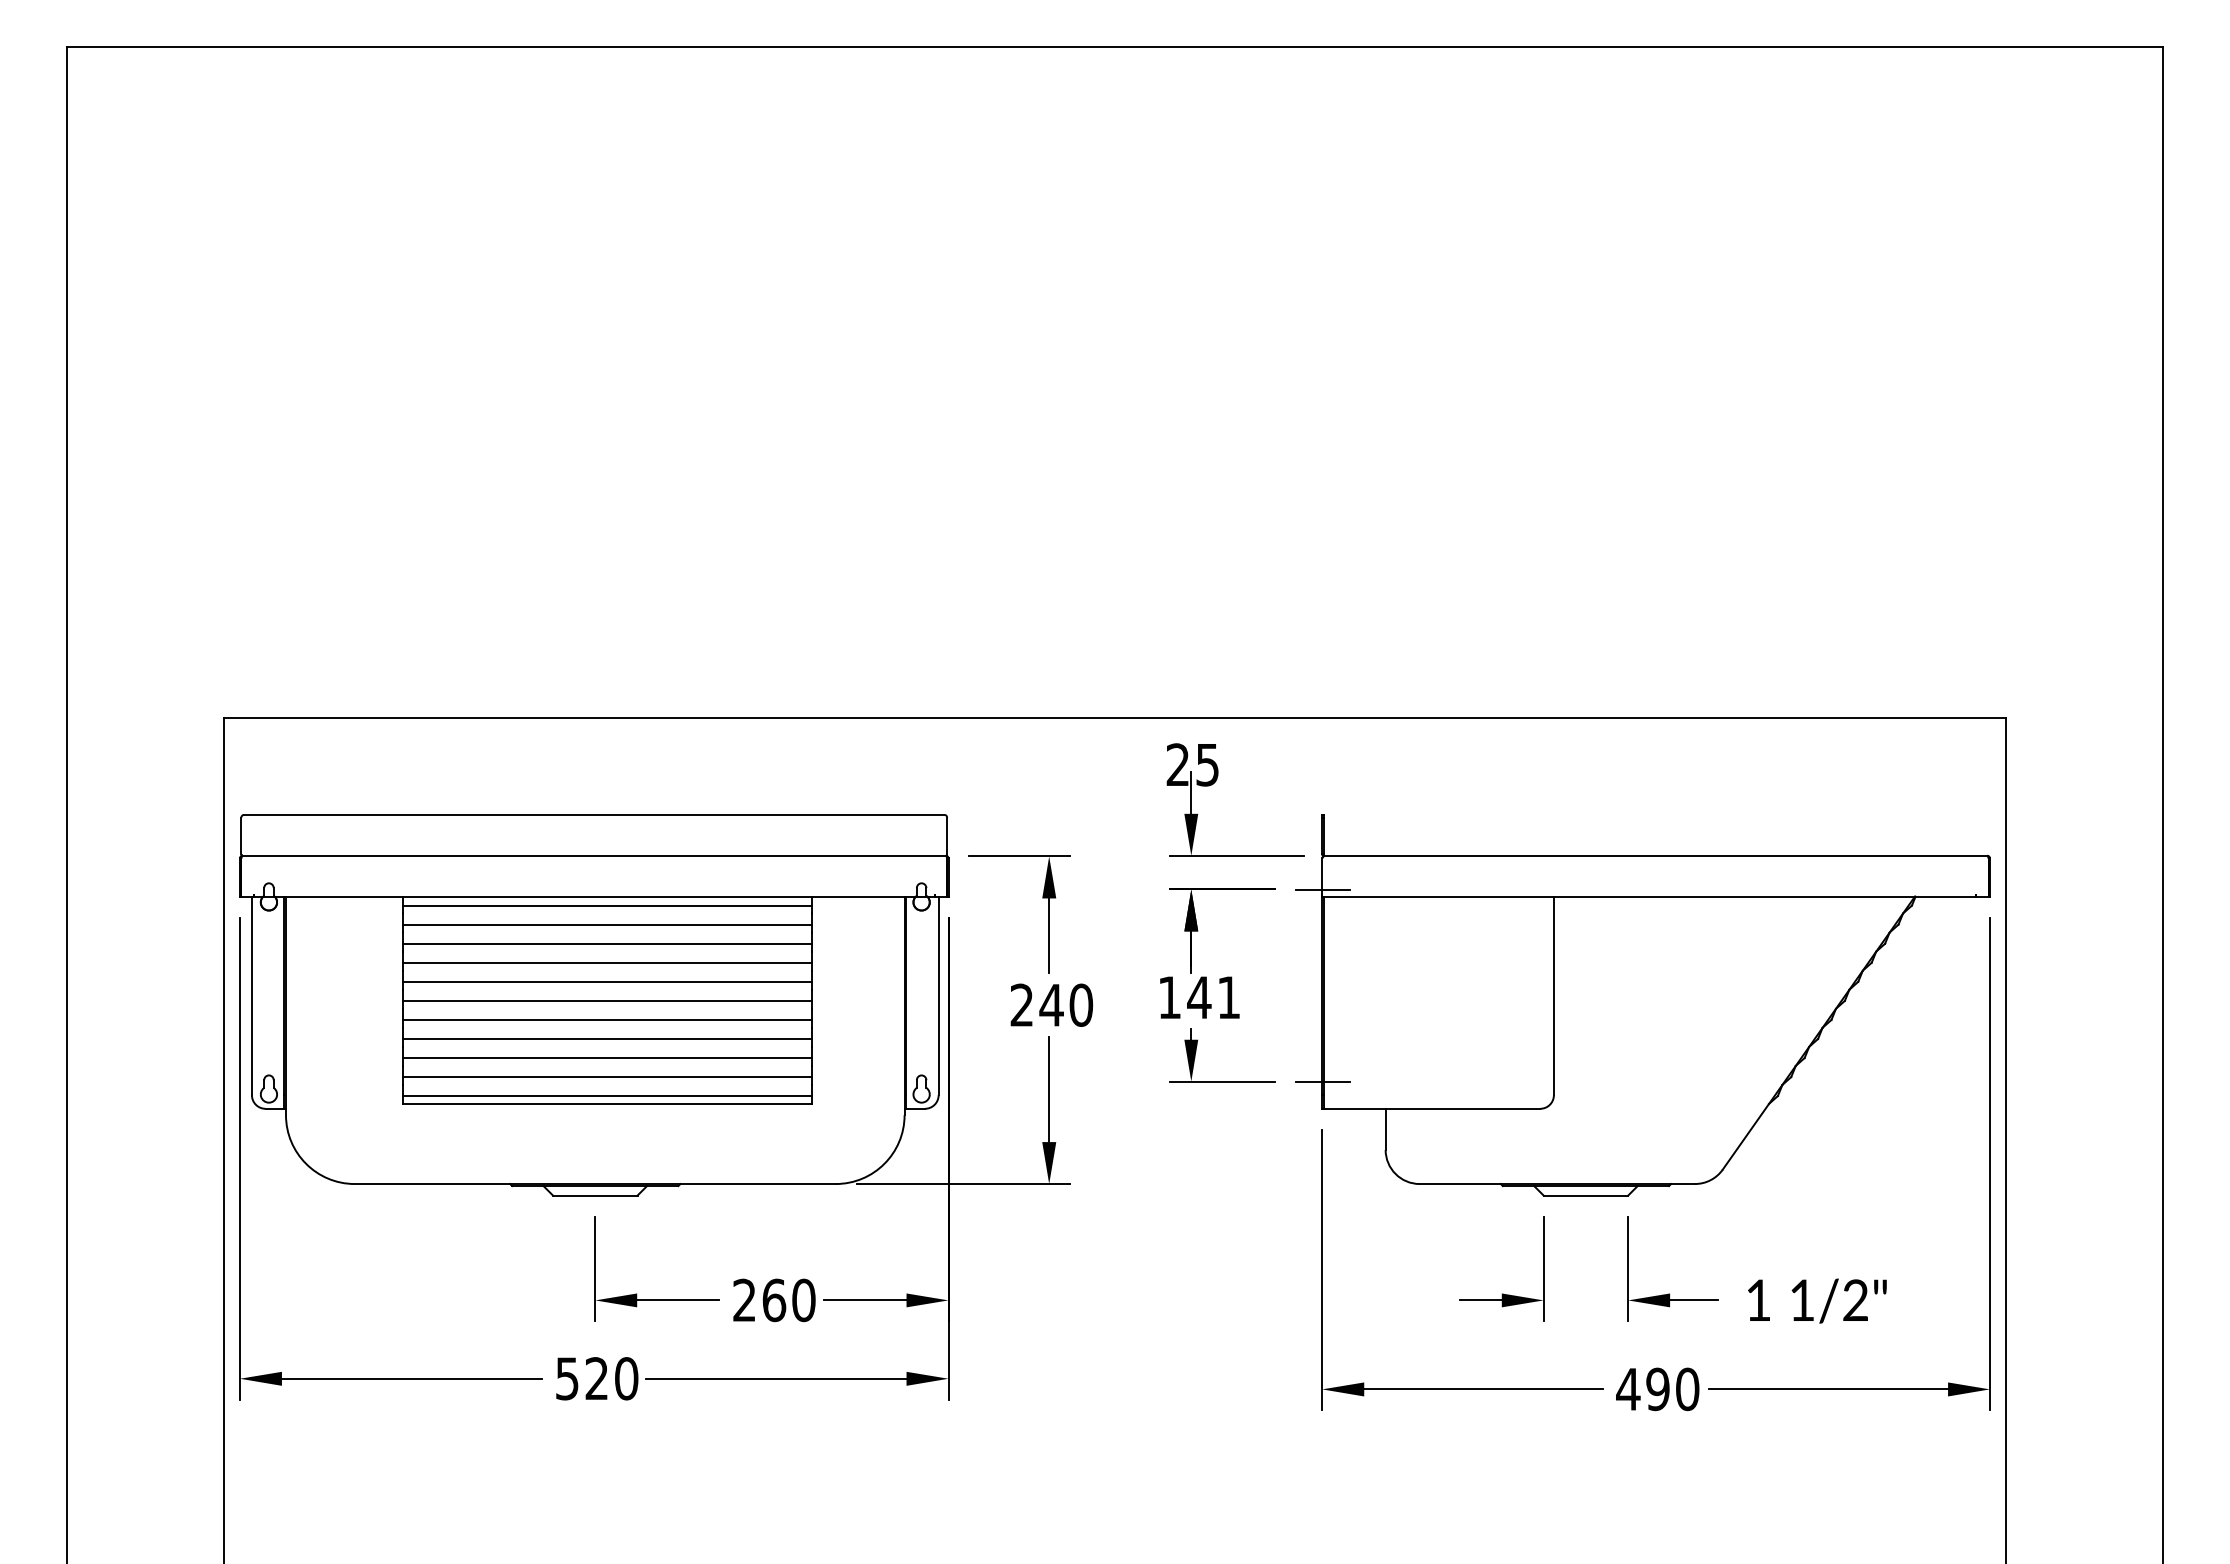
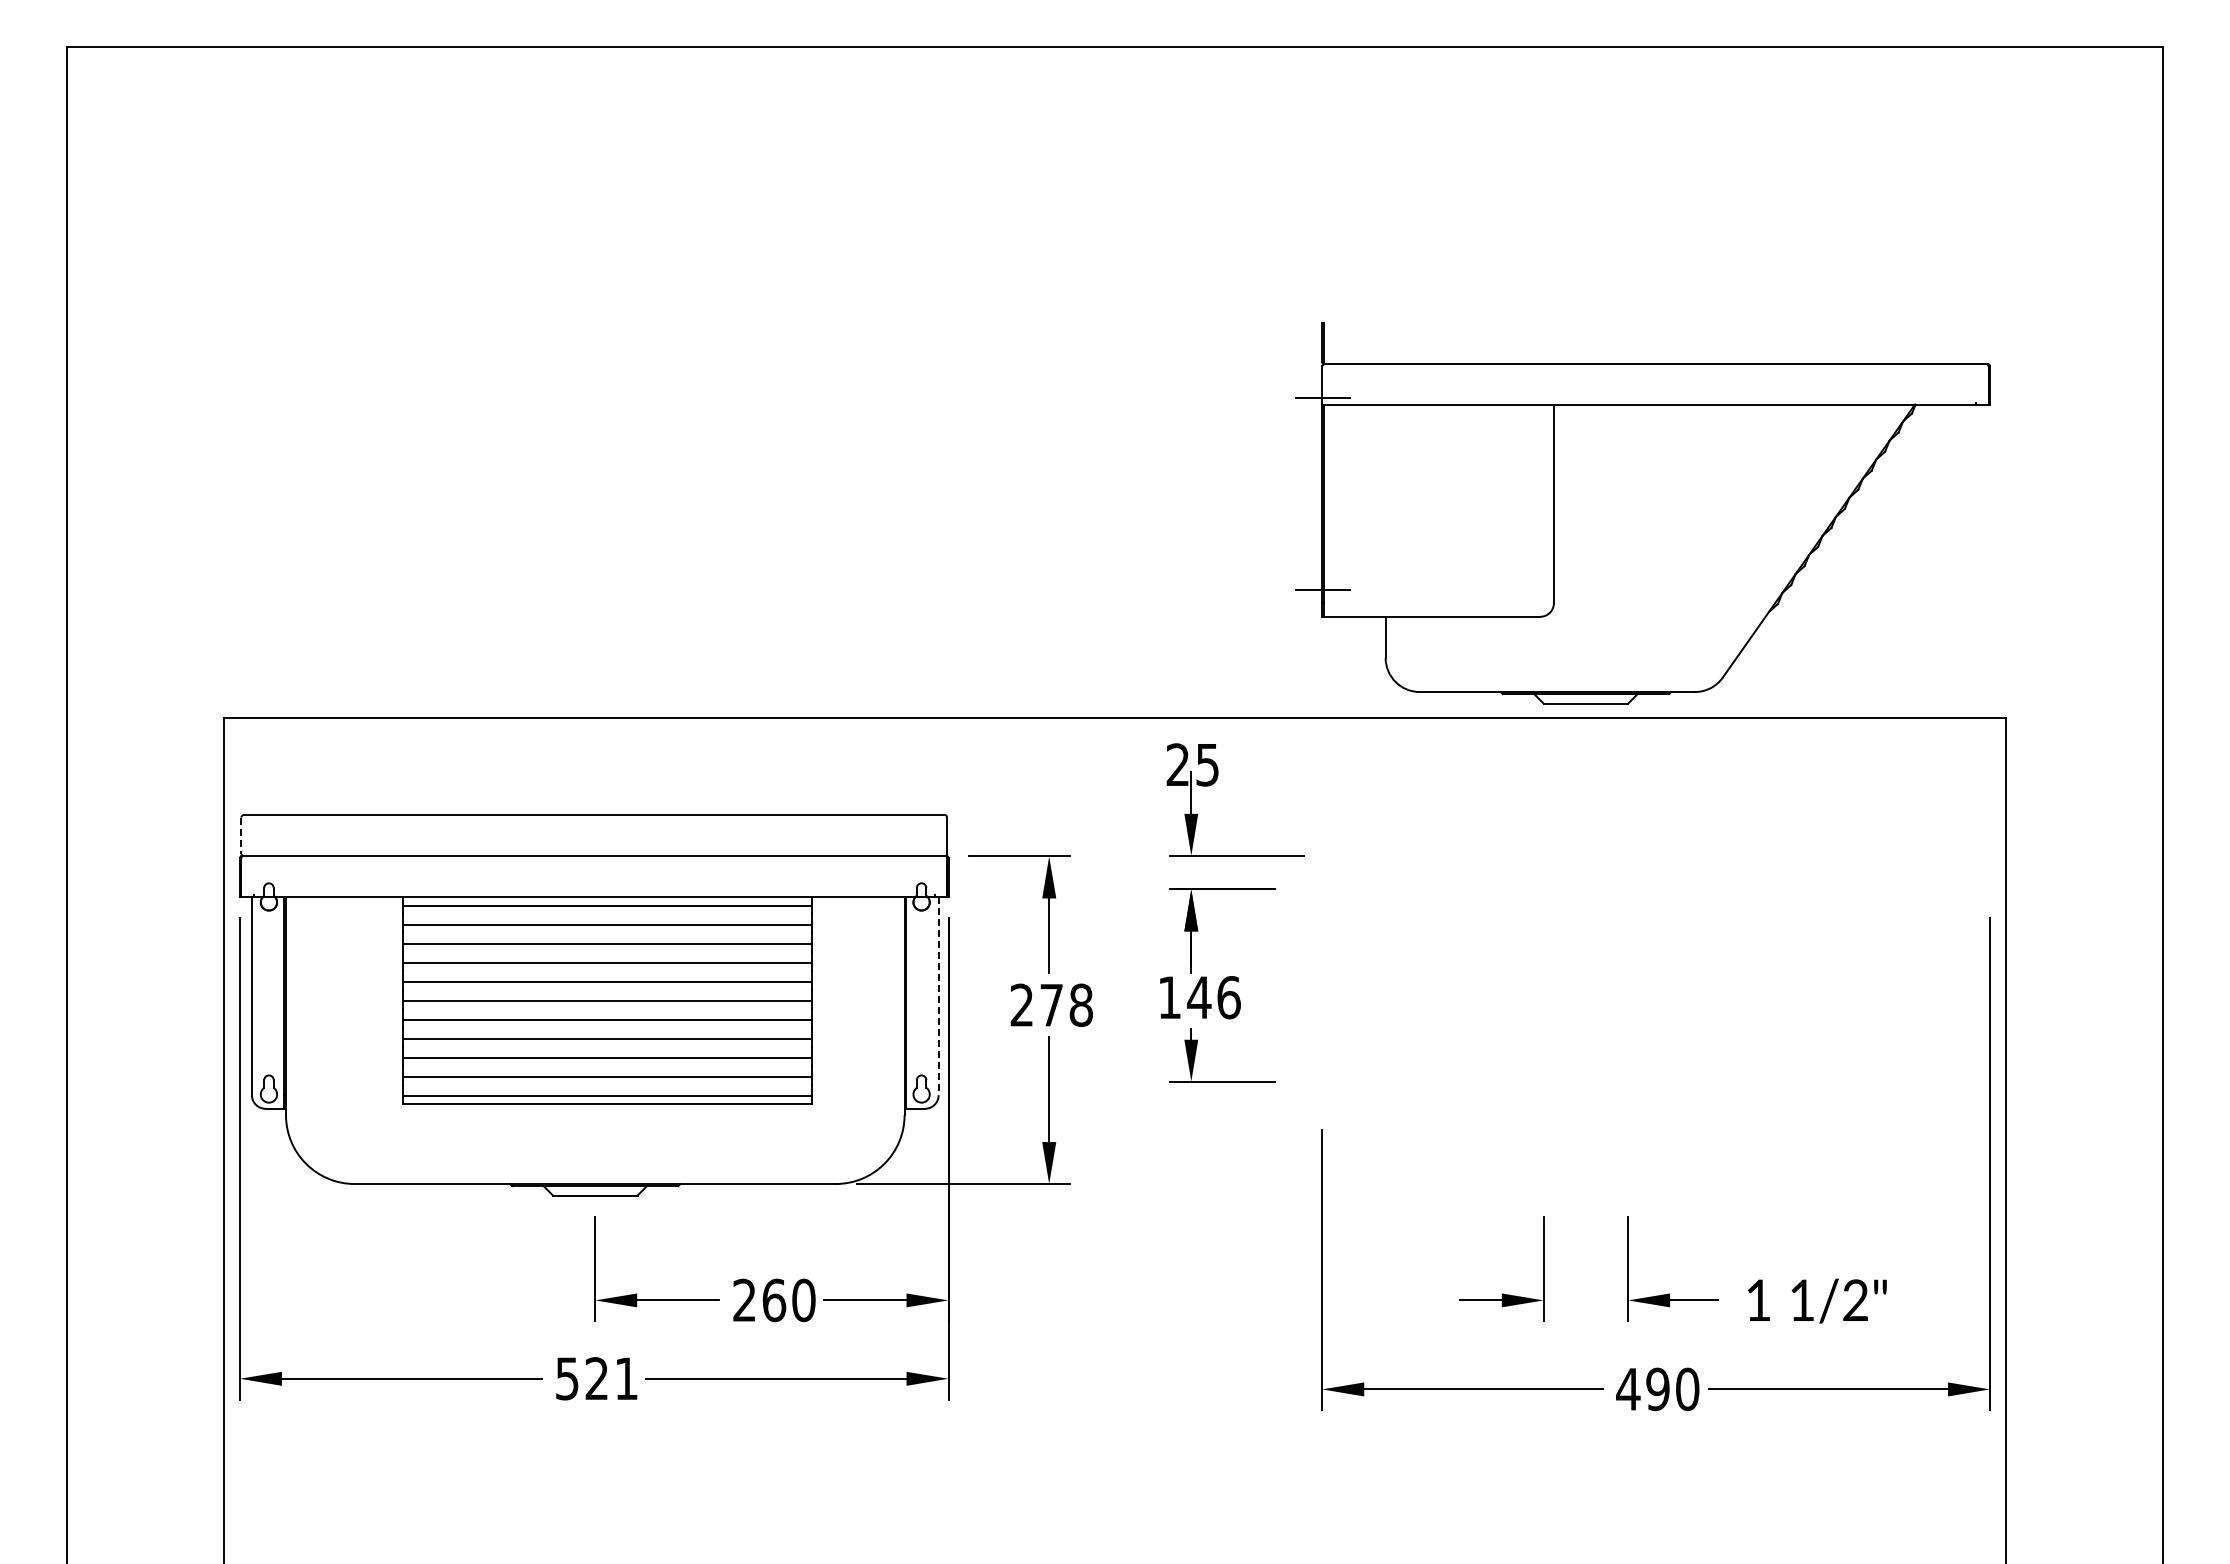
line at (241, 836): solid -> dashed
line at (938, 996): solid -> dashed
text at (1228, 997): 141 -> 146
text at (1066, 1004): 240 -> 278
part at (1642, 1005) position: (1642, 1005) -> (1642, 513)
text at (626, 1378): 520 -> 521
